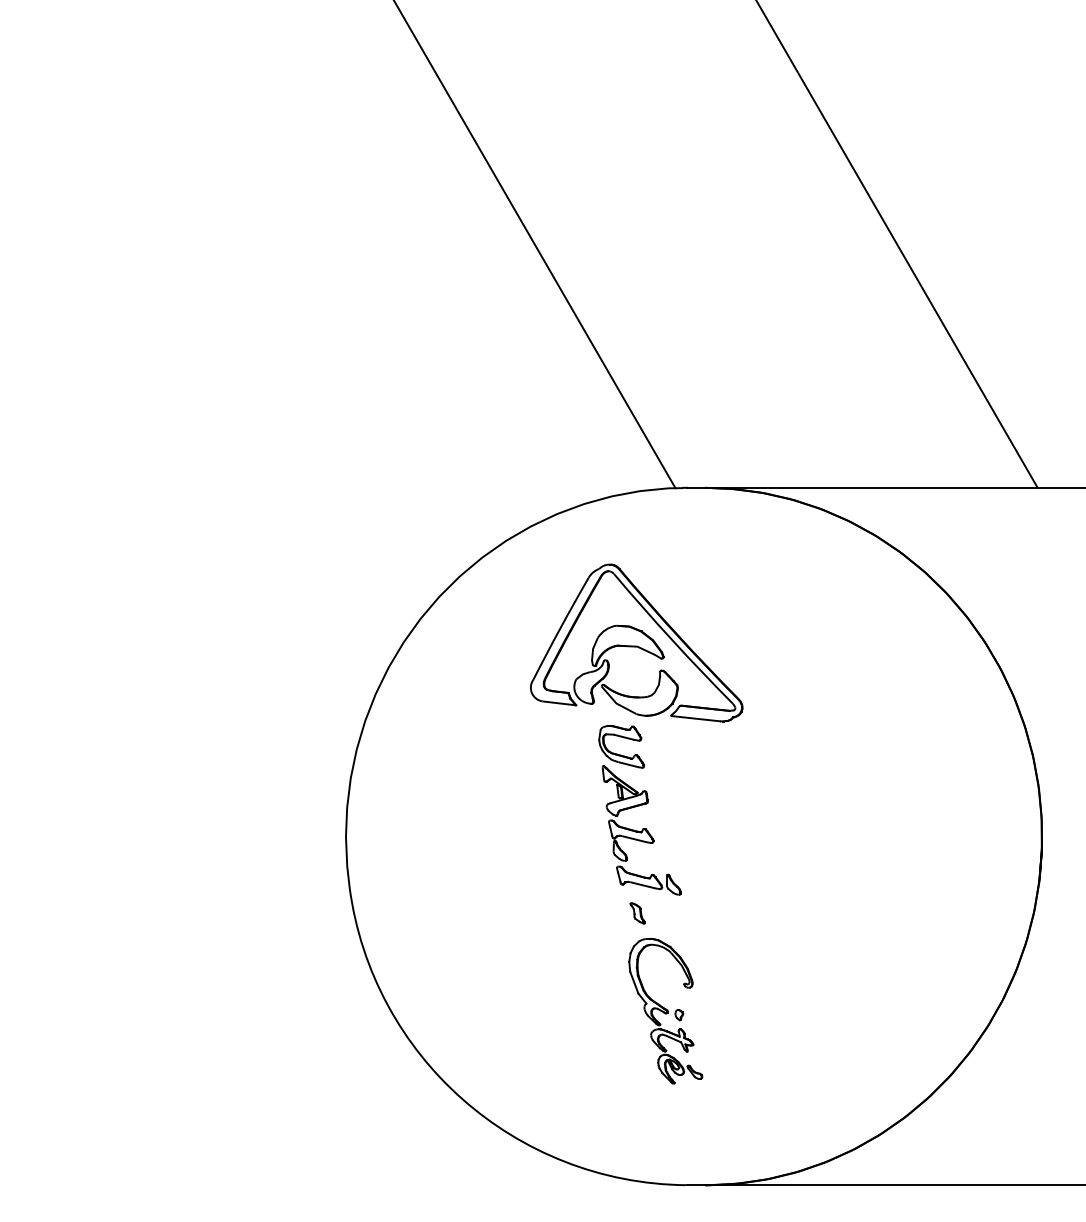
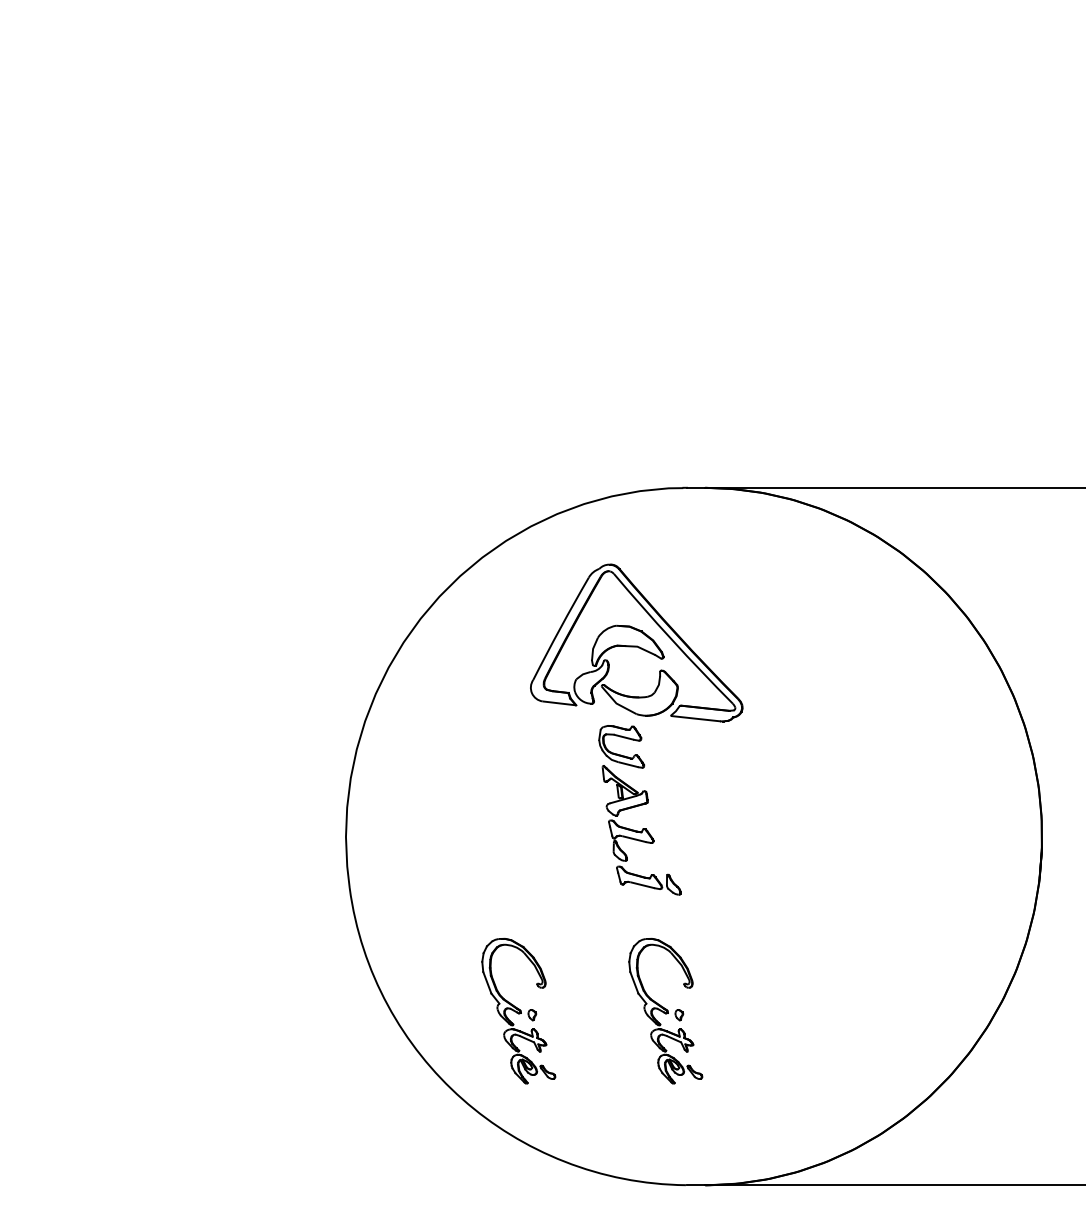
line at (897, 244): present -> none
line at (535, 245): present -> none
part at (637, 913): present -> none
part at (518, 1011): none -> present
